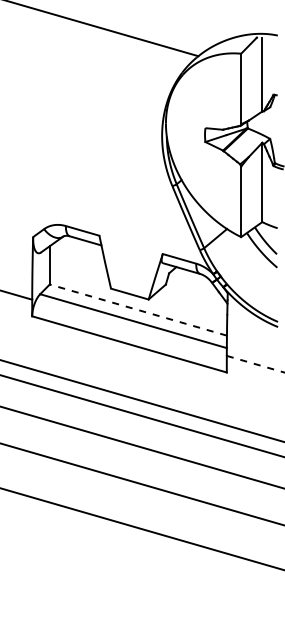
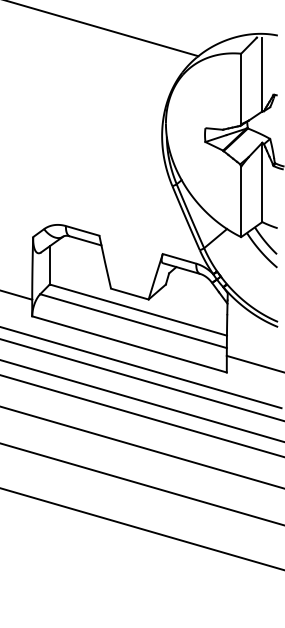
line at (137, 309): dashed -> solid
line at (255, 364): dashed -> solid
line at (141, 367): none -> present
line at (141, 379): none -> present
